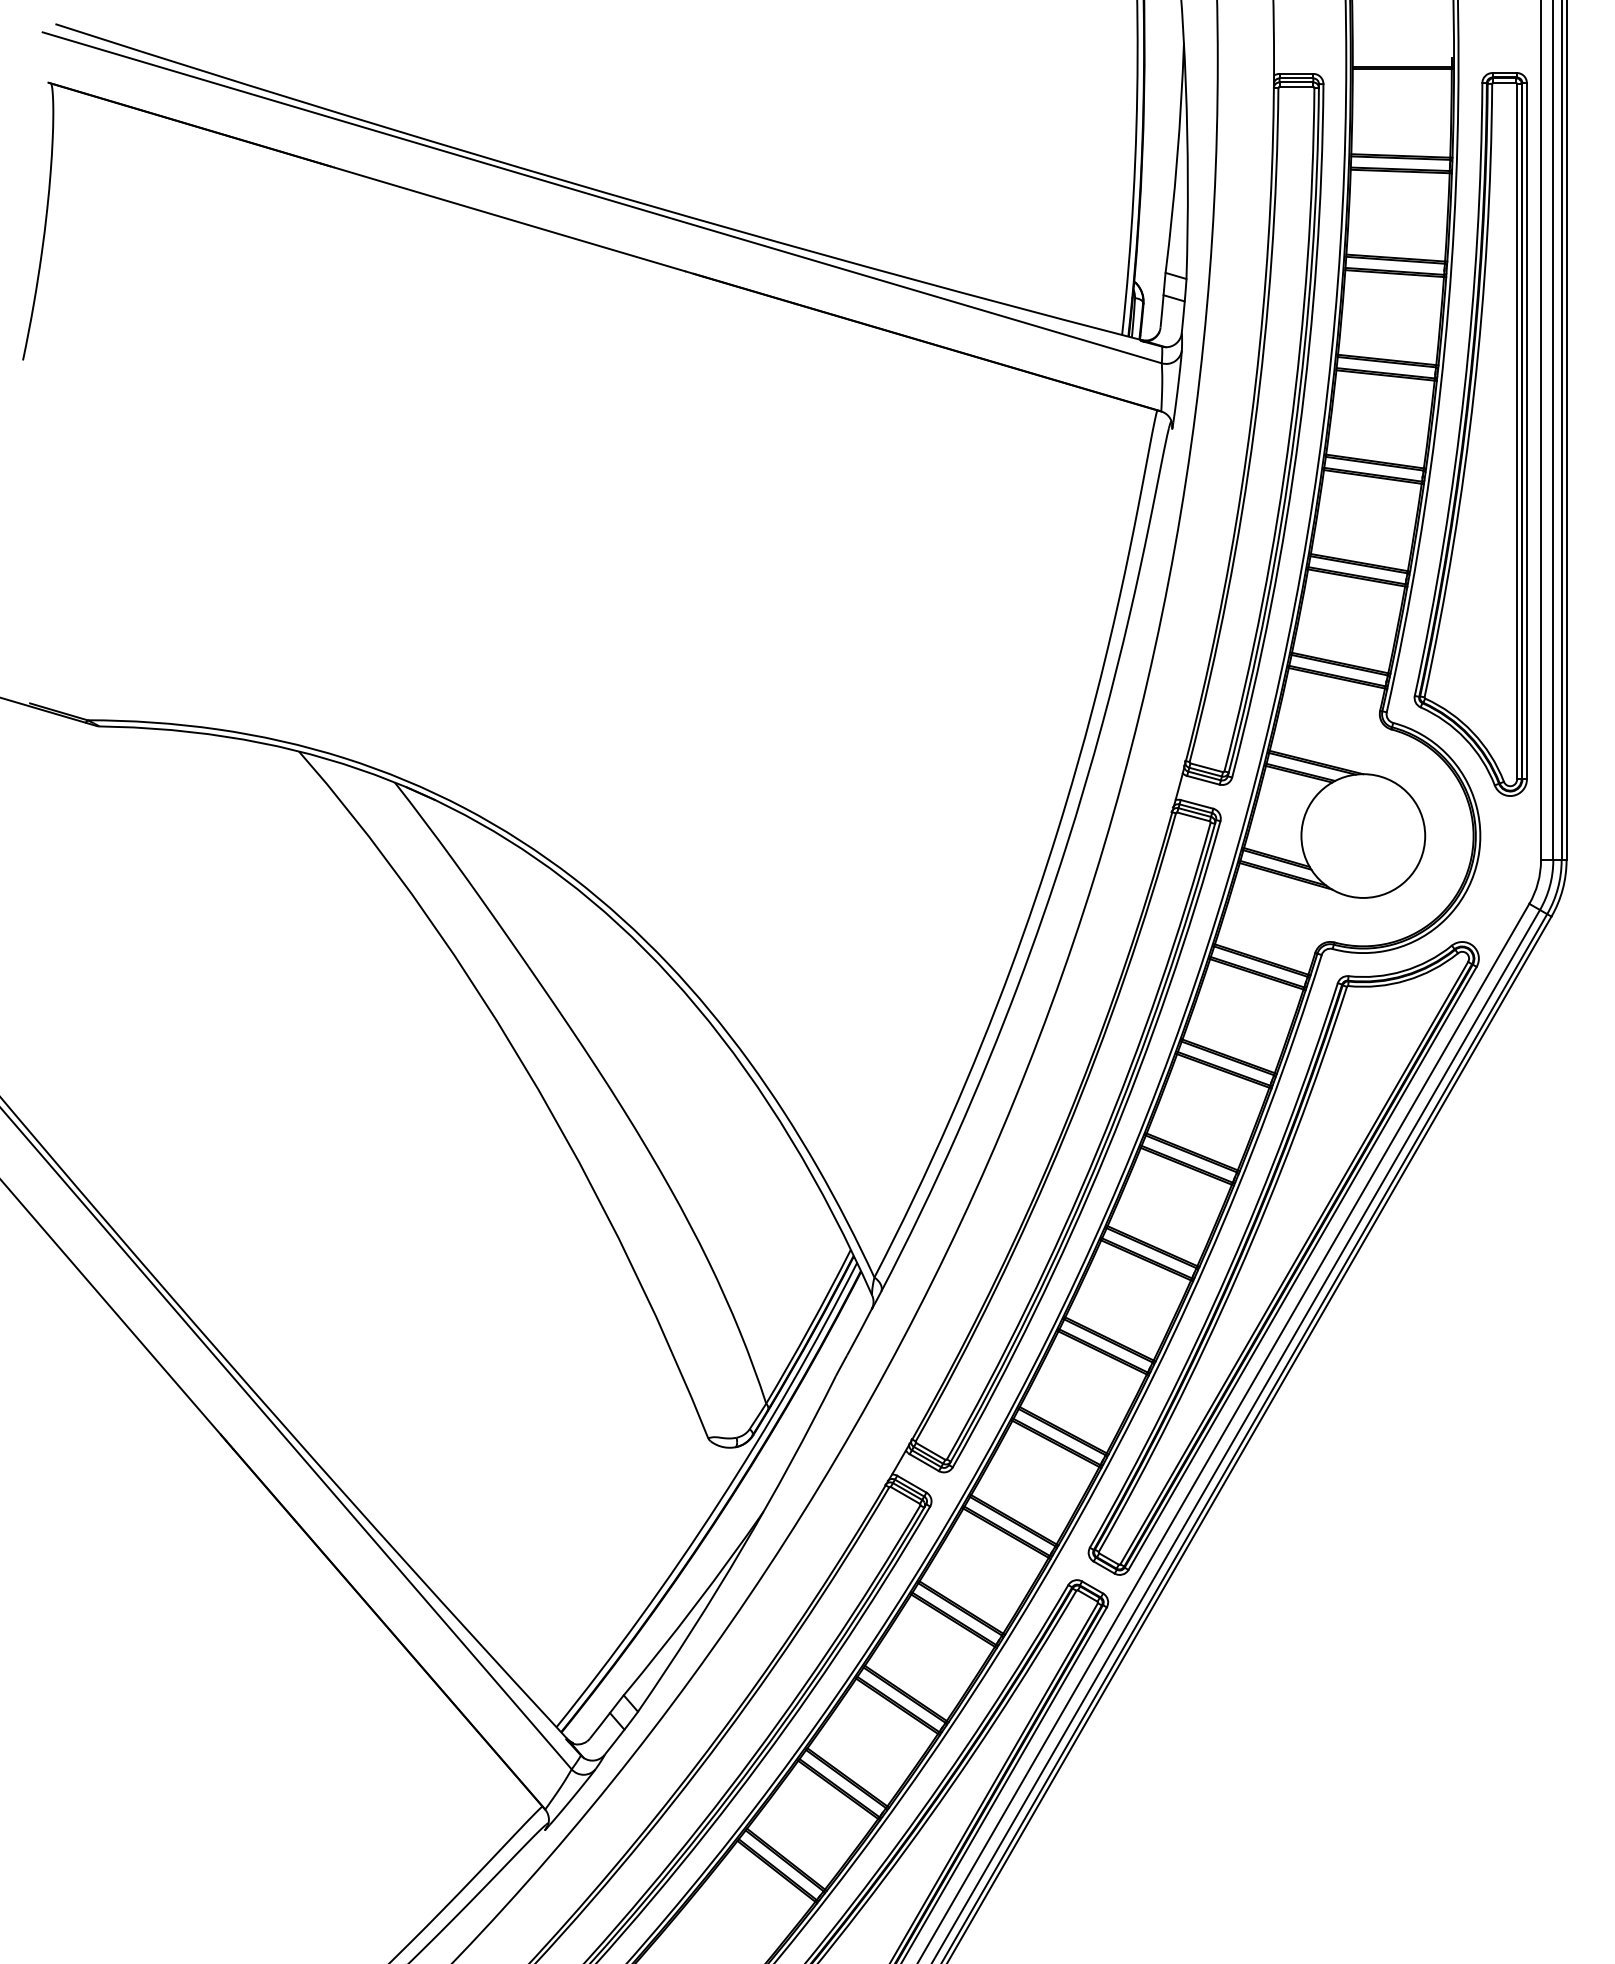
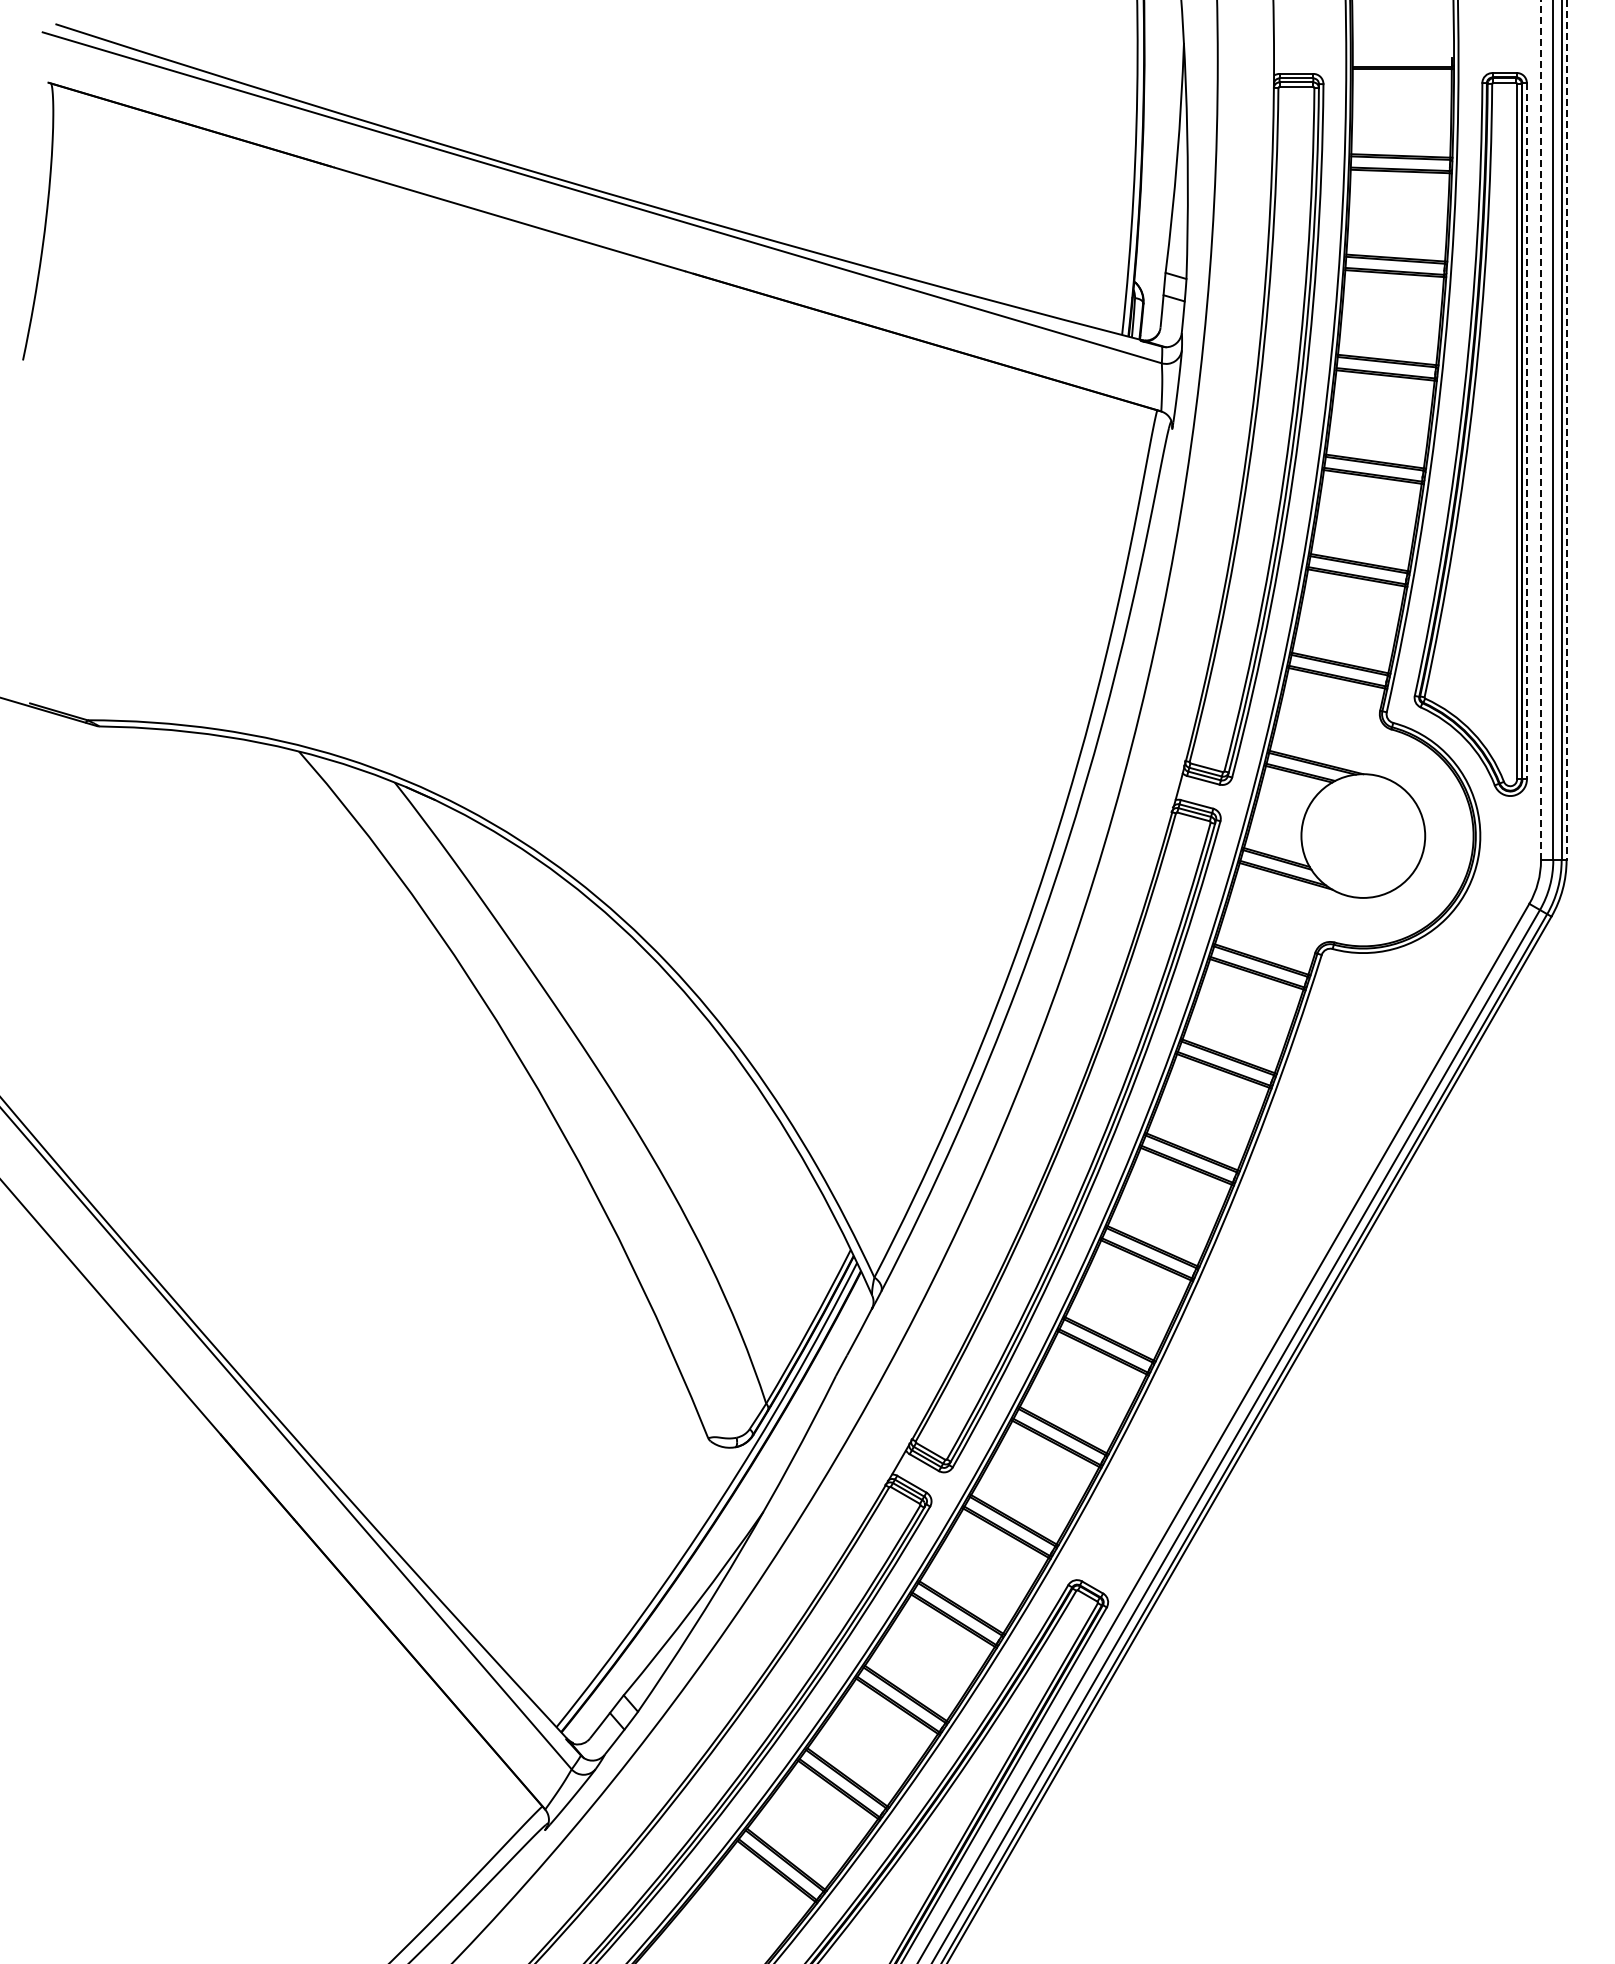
line at (1540, 430): solid -> dashed
line at (1566, 430): solid -> dashed
line at (1526, 431): solid -> dashed
part at (1283, 1258): present -> none
